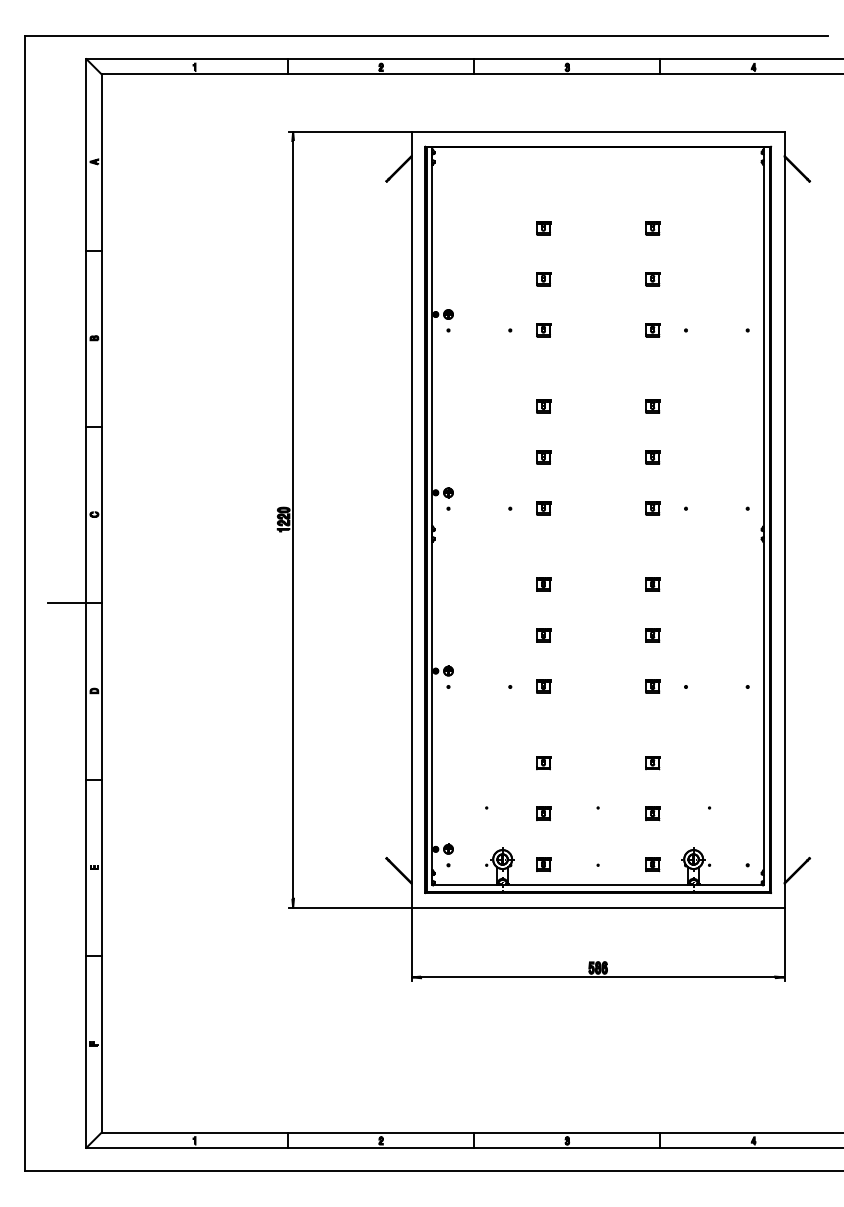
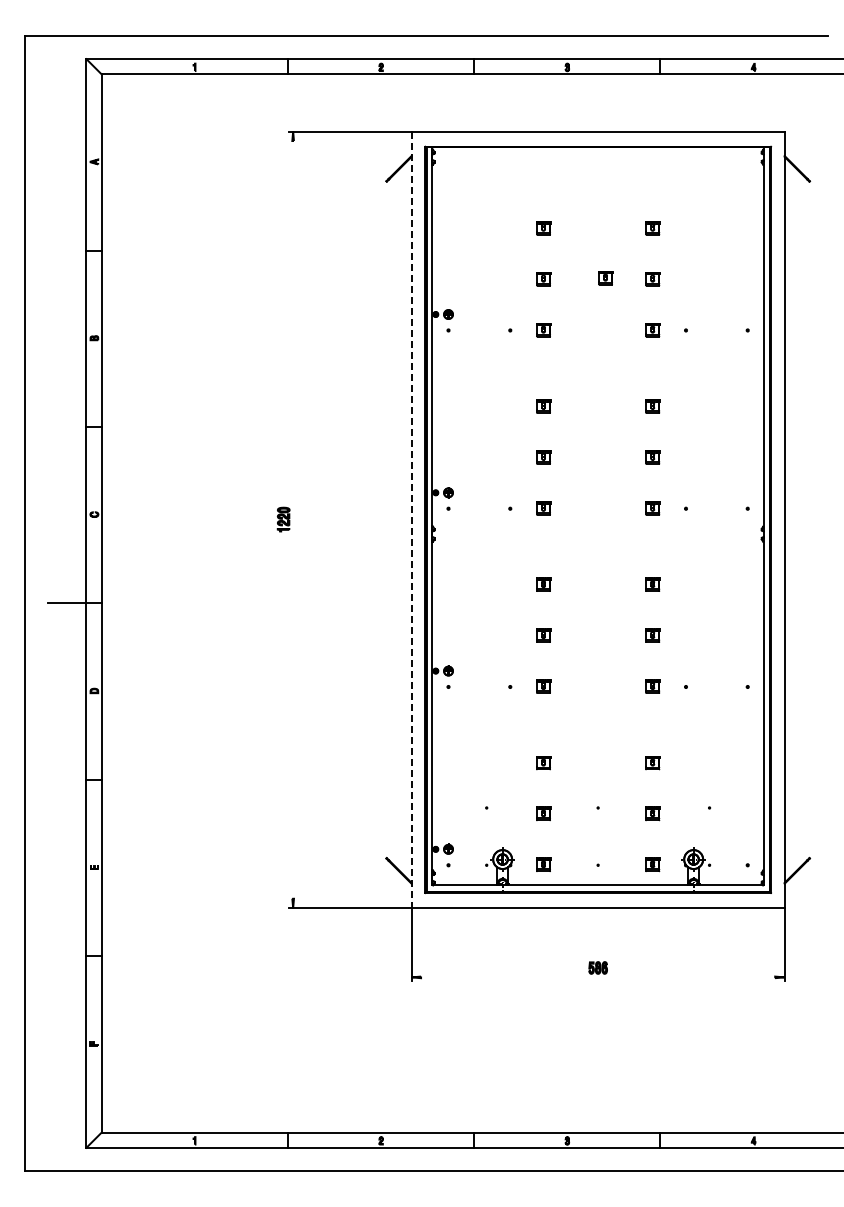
part at (605, 278): none -> present
line at (293, 519): present -> none
line at (411, 520): solid -> dashed
line at (598, 977): present -> none
